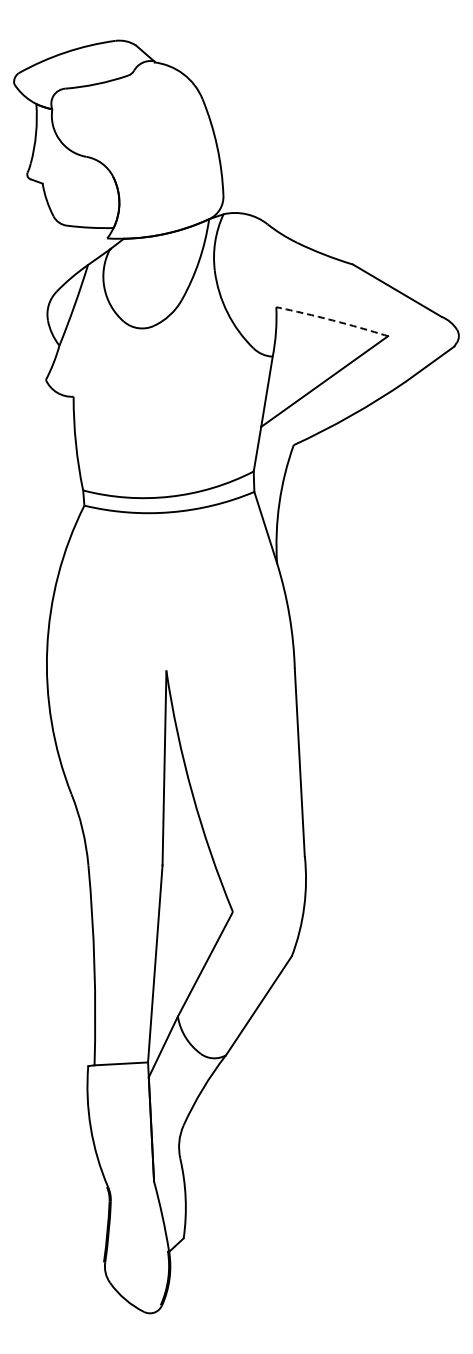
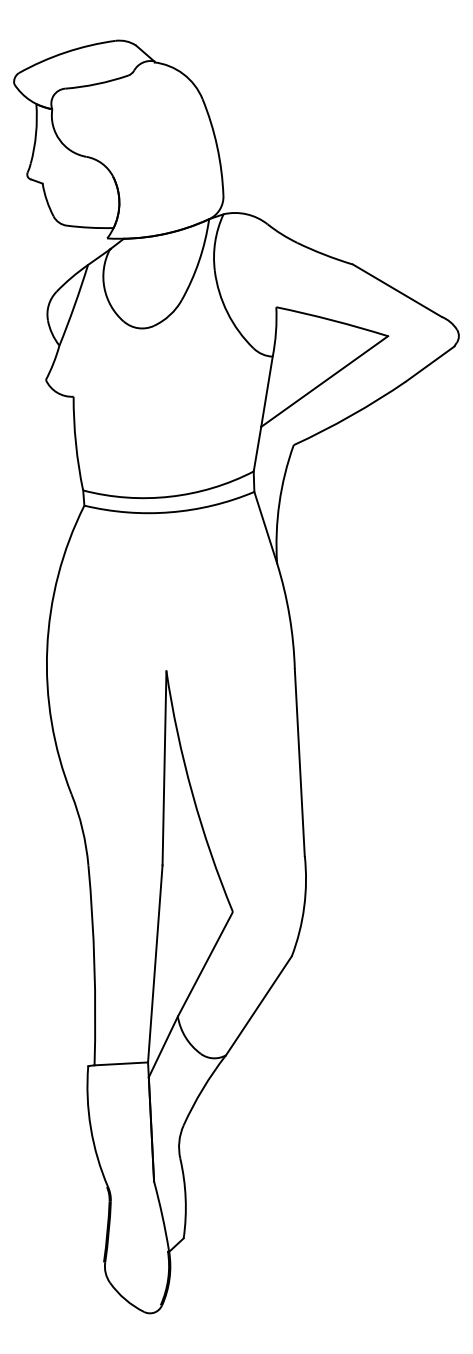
arc at (332, 320): dashed -> solid
